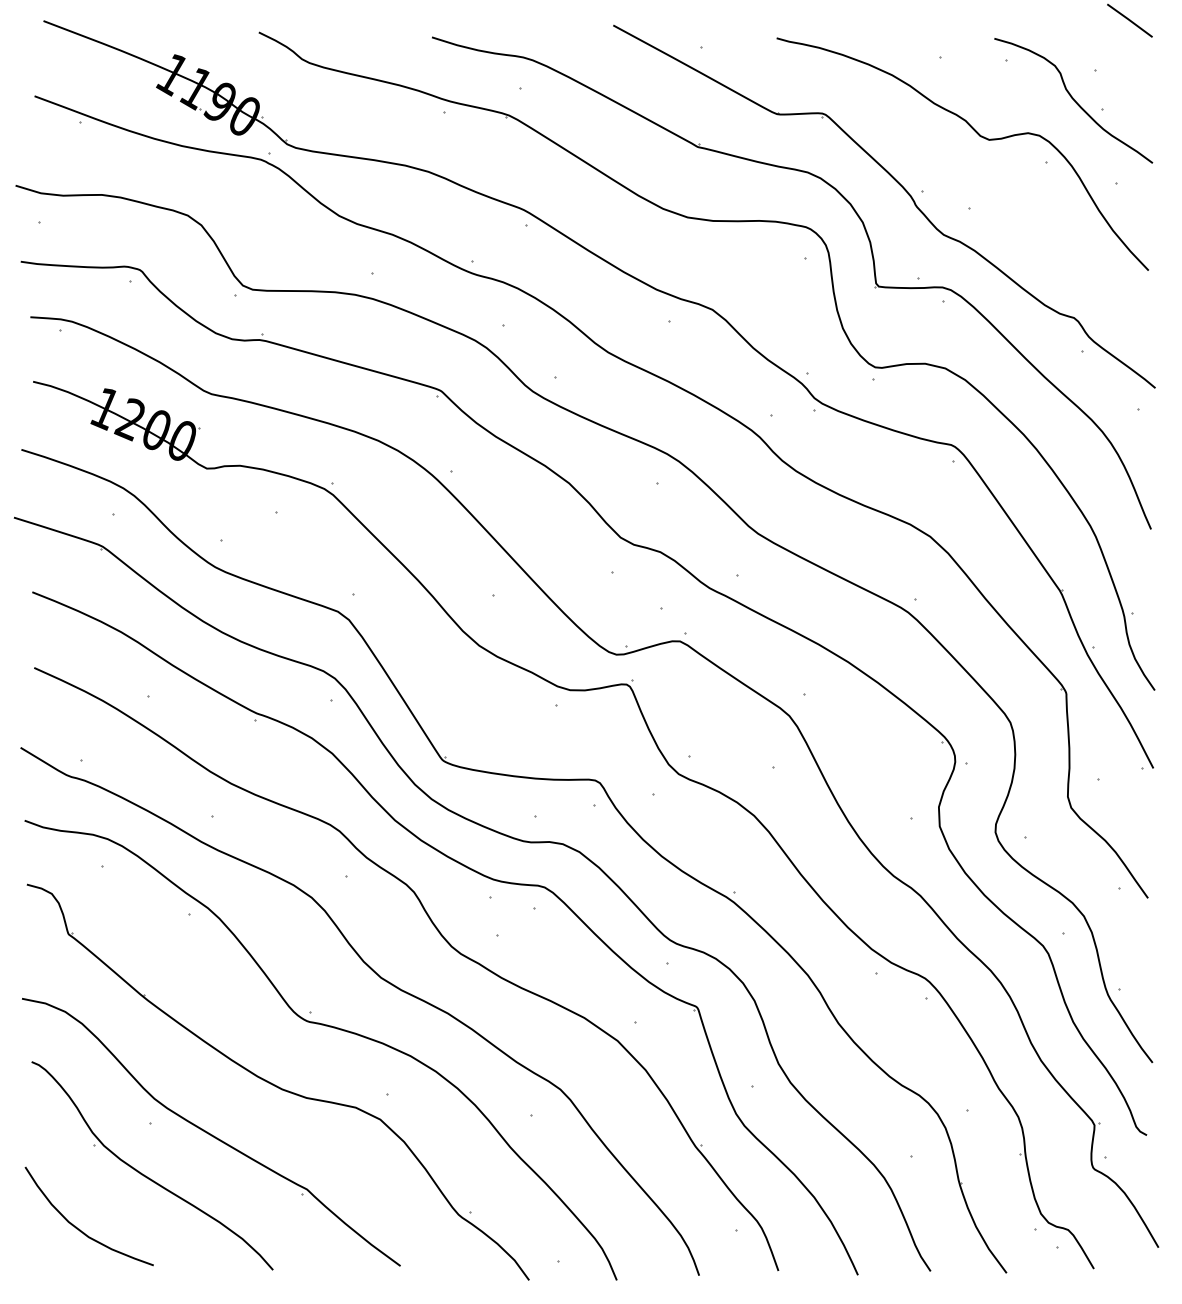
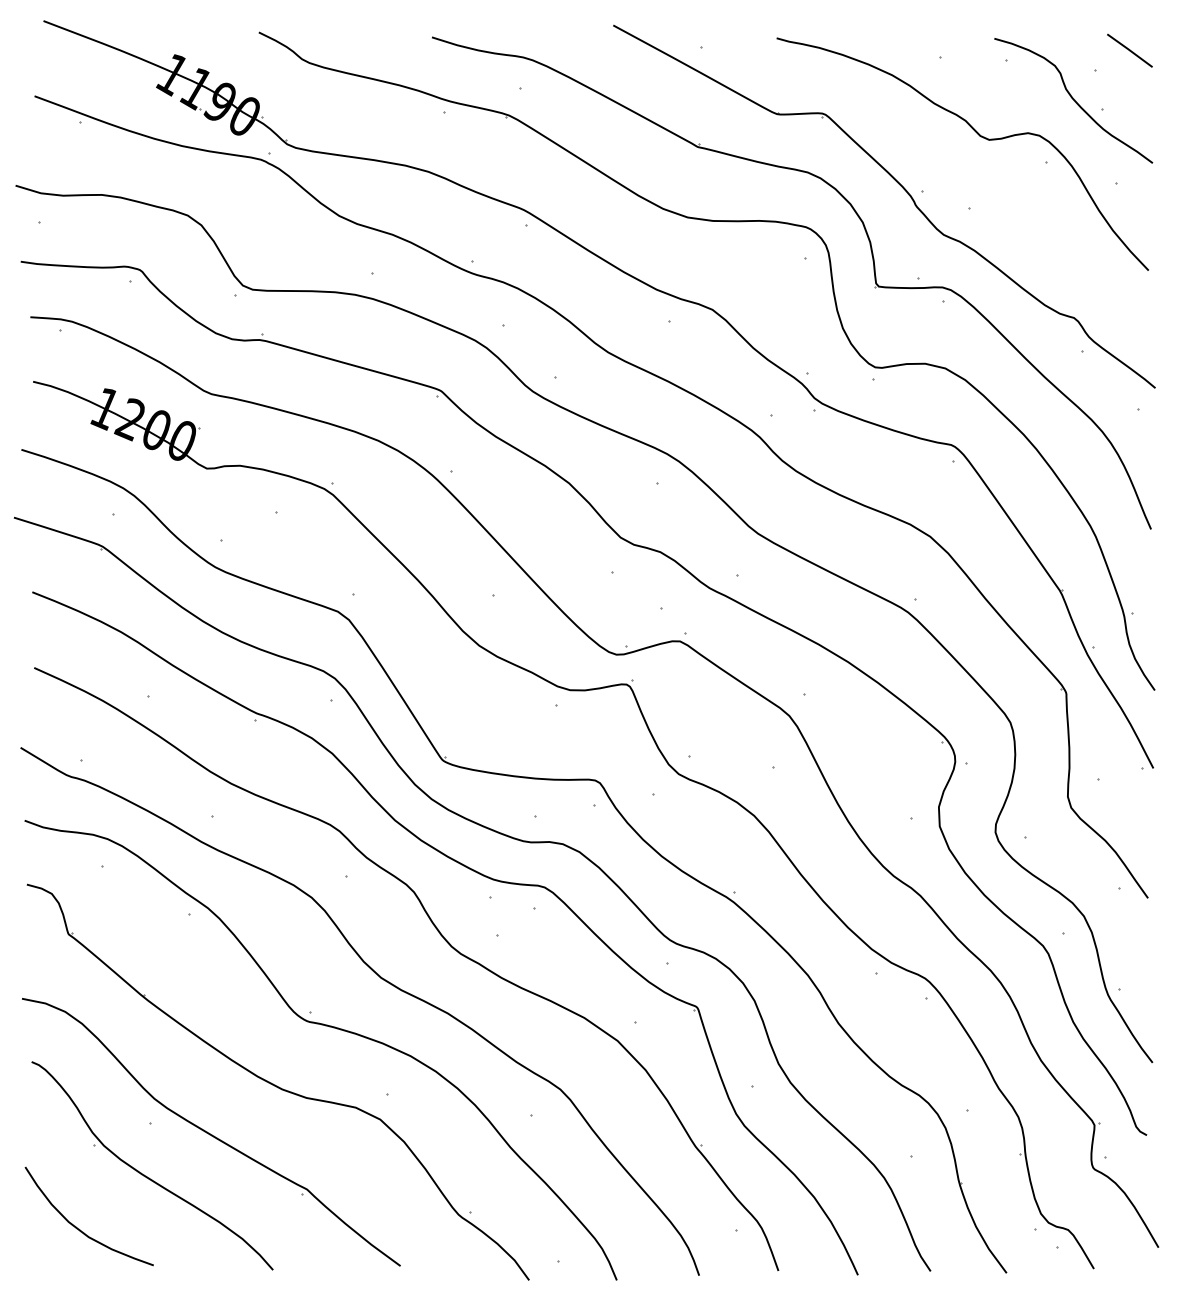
line at (1129, 20) position: (1129, 20) -> (1129, 50)
